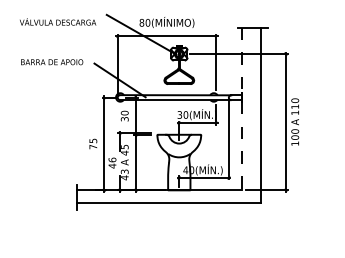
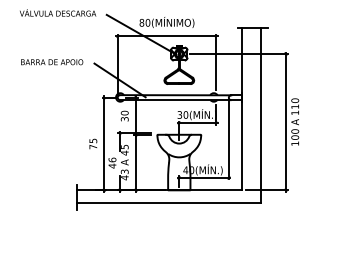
text at (58, 21) position: (58, 21) -> (58, 12)
line at (242, 109): dashed -> solid
